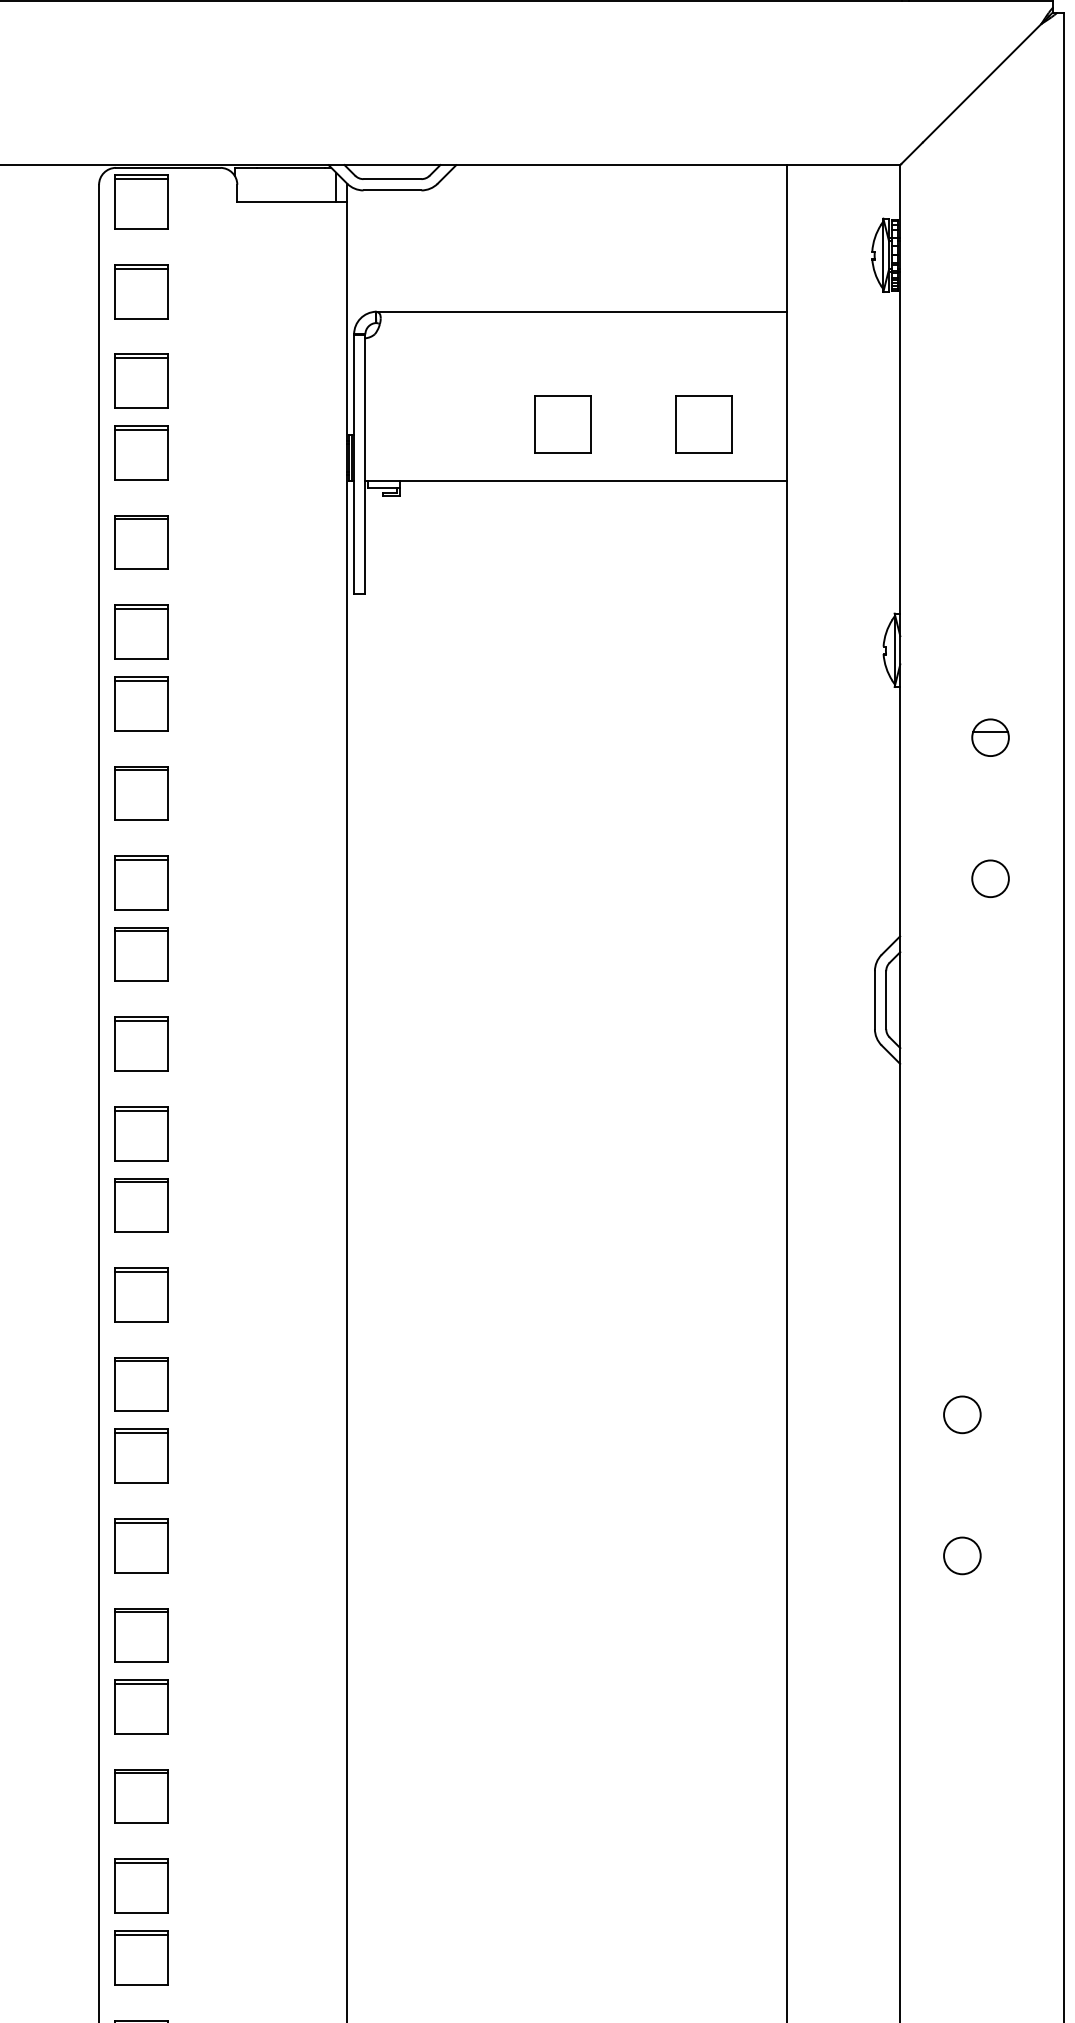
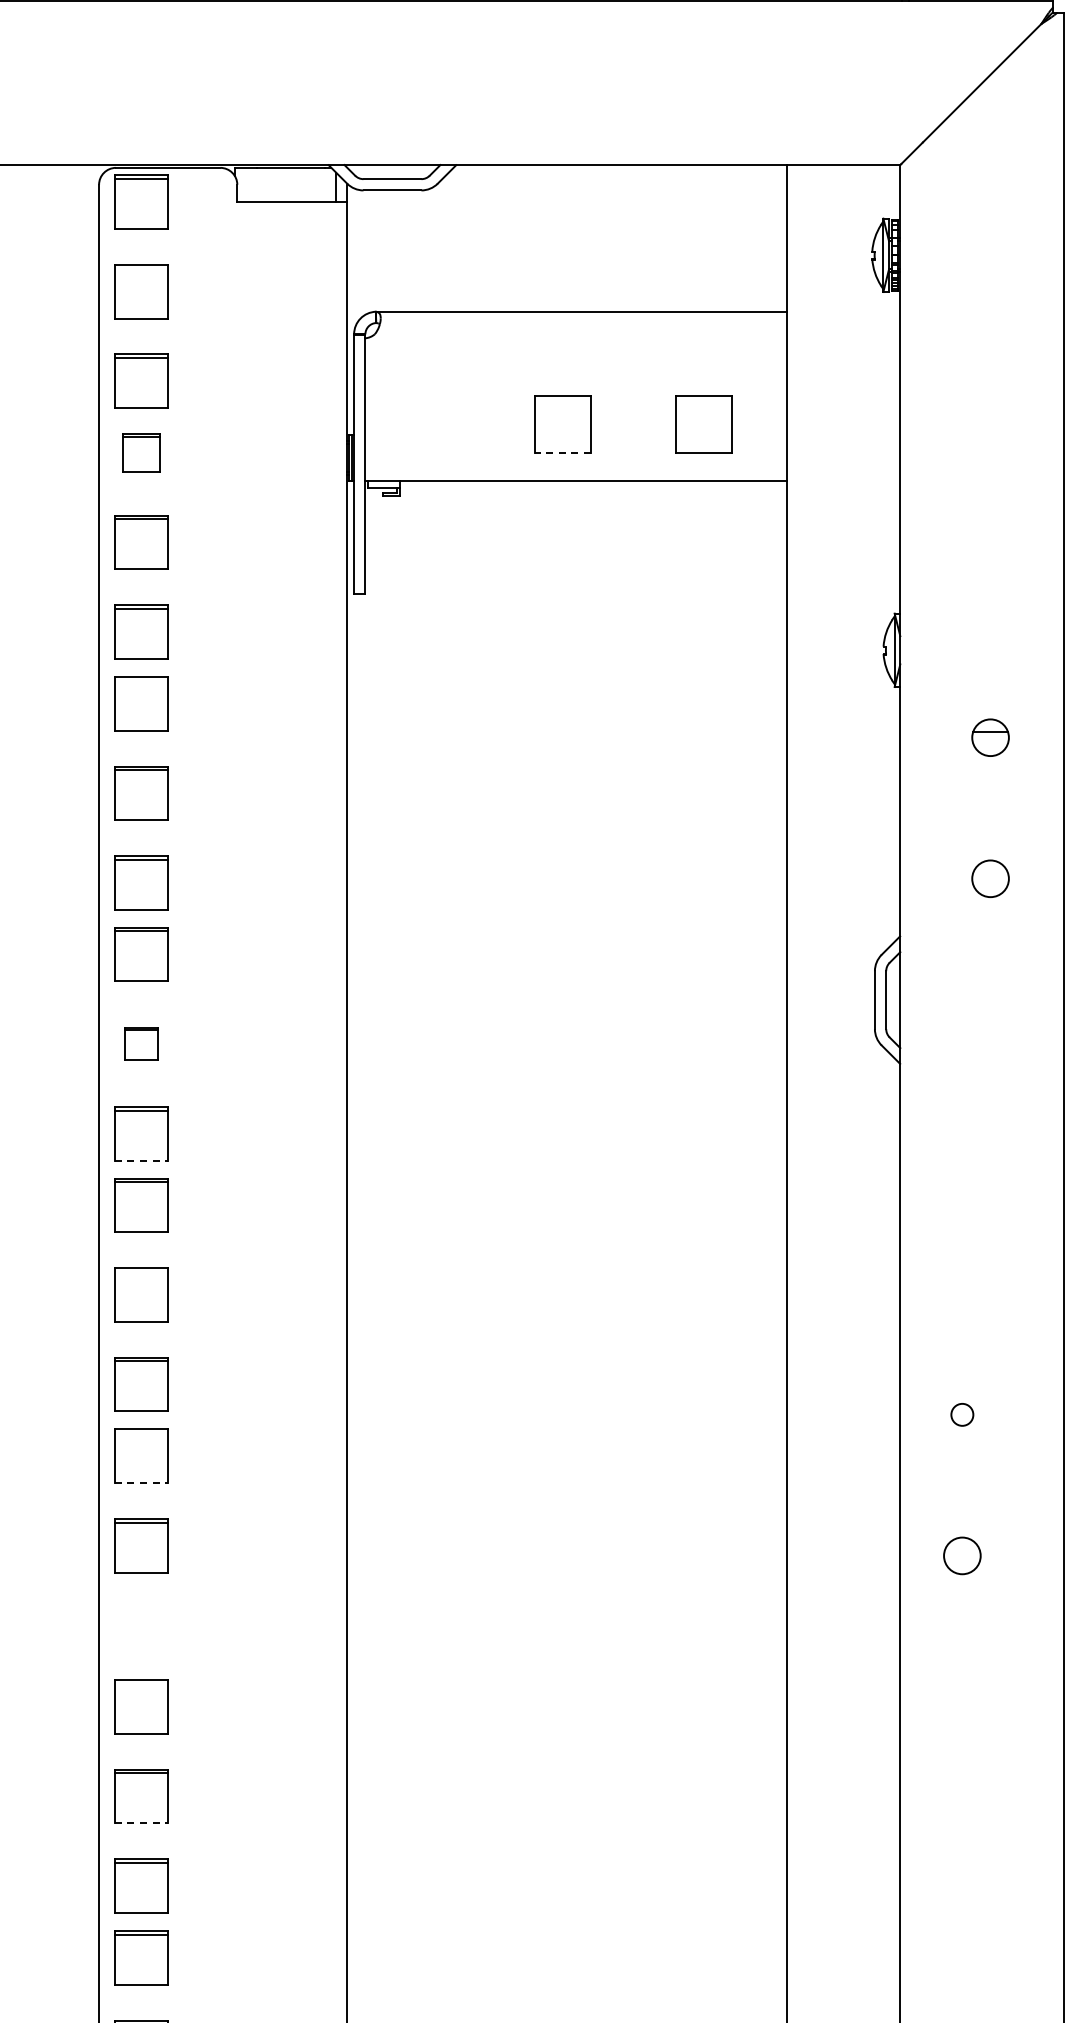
line at (141, 268): present -> none
part at (141, 452) size: 55x56 px -> 39x40 px
line at (562, 452): solid -> dashed
line at (141, 680): present -> none
part at (141, 1043) size: 55x56 px -> 35x34 px
line at (141, 1160): solid -> dashed
line at (141, 1271): present -> none
circle at (962, 1414) diameter: 37 px -> 22 px
line at (141, 1433): present -> none
line at (141, 1482): solid -> dashed
part at (141, 1635): present -> none
line at (141, 1683): present -> none
line at (141, 1823): solid -> dashed
